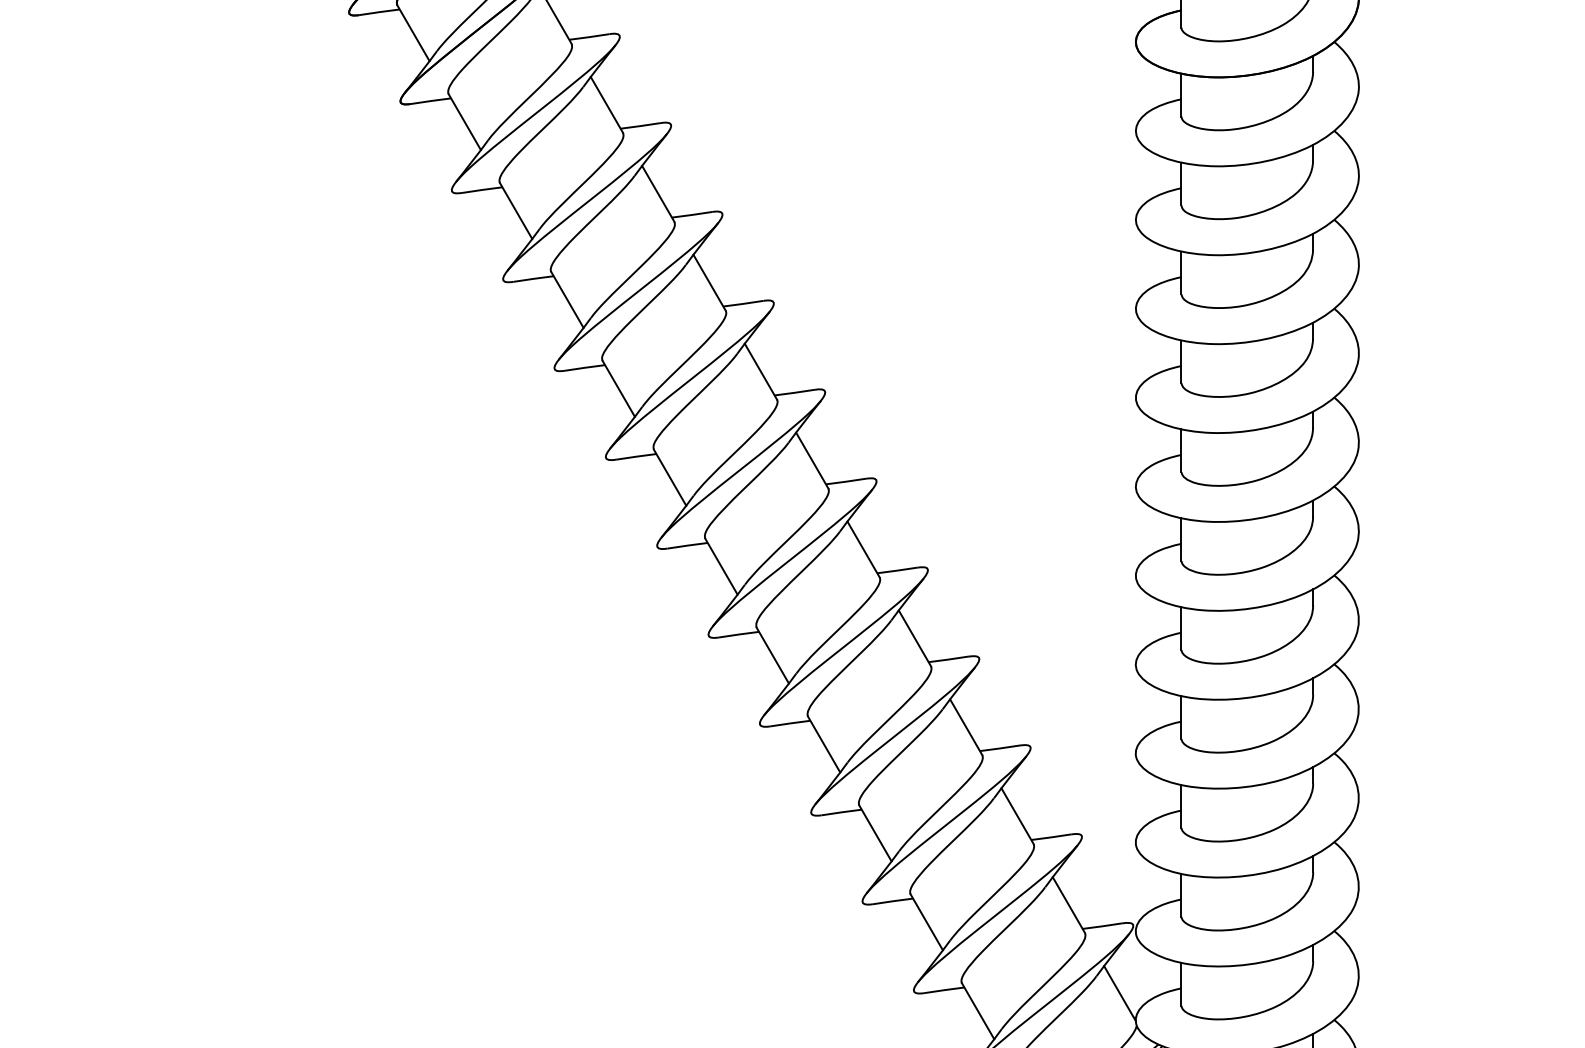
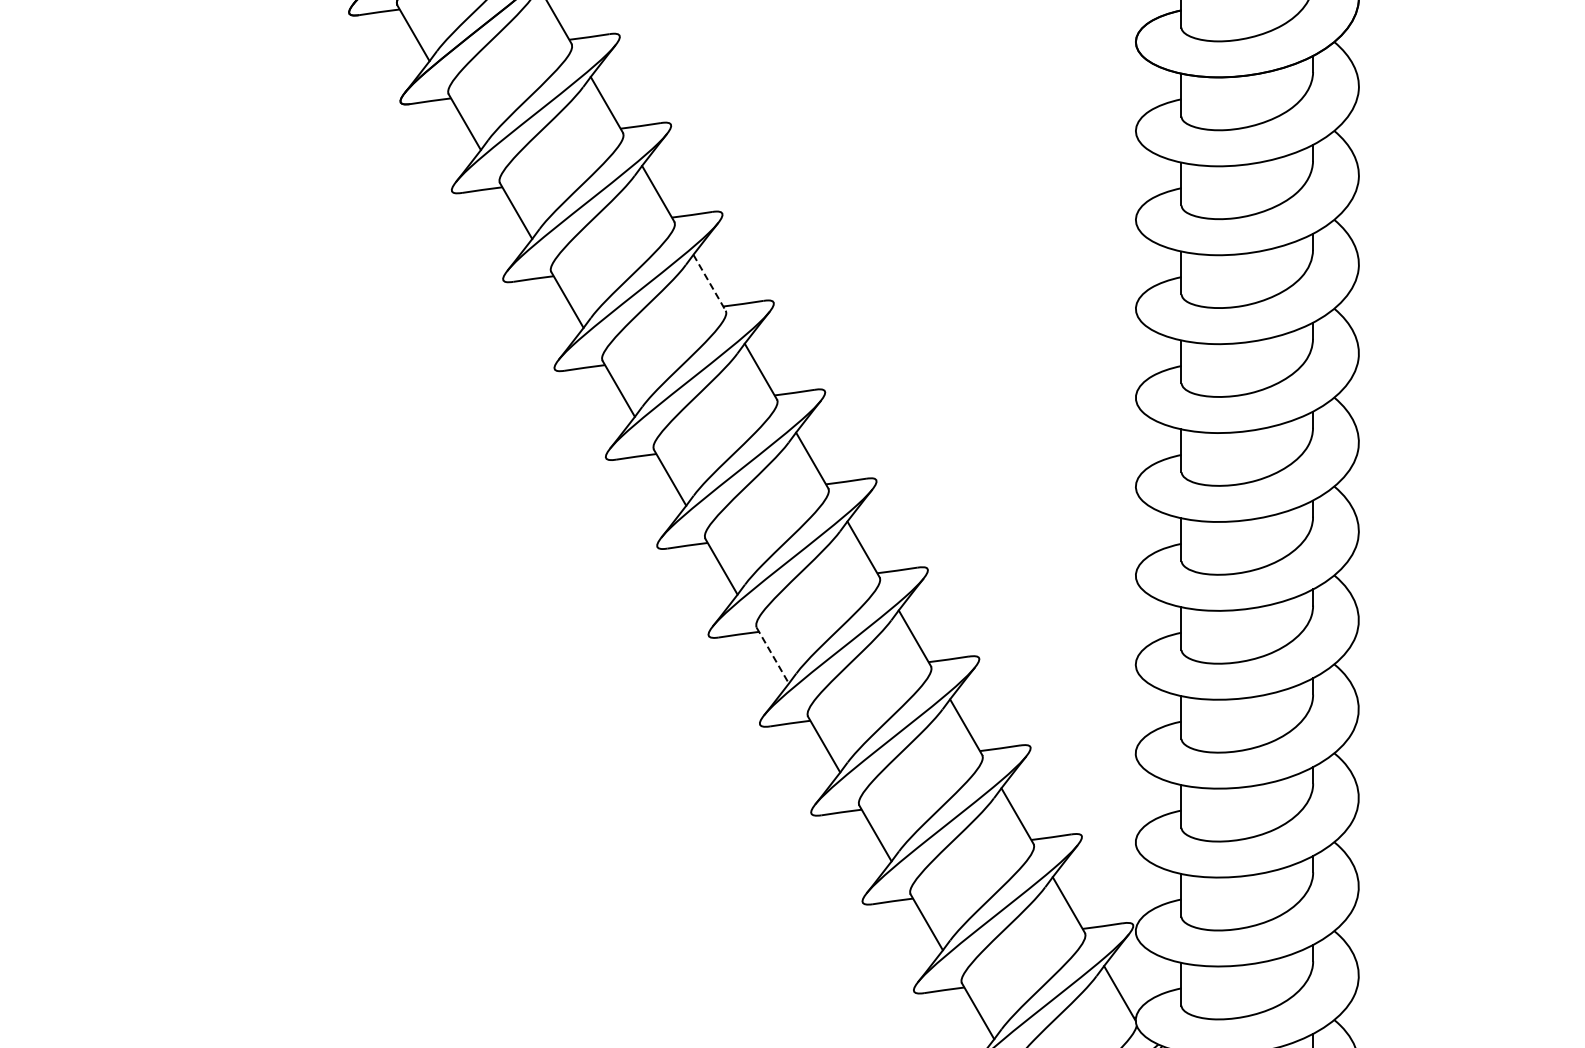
line at (709, 283): solid -> dashed
line at (773, 656): solid -> dashed
